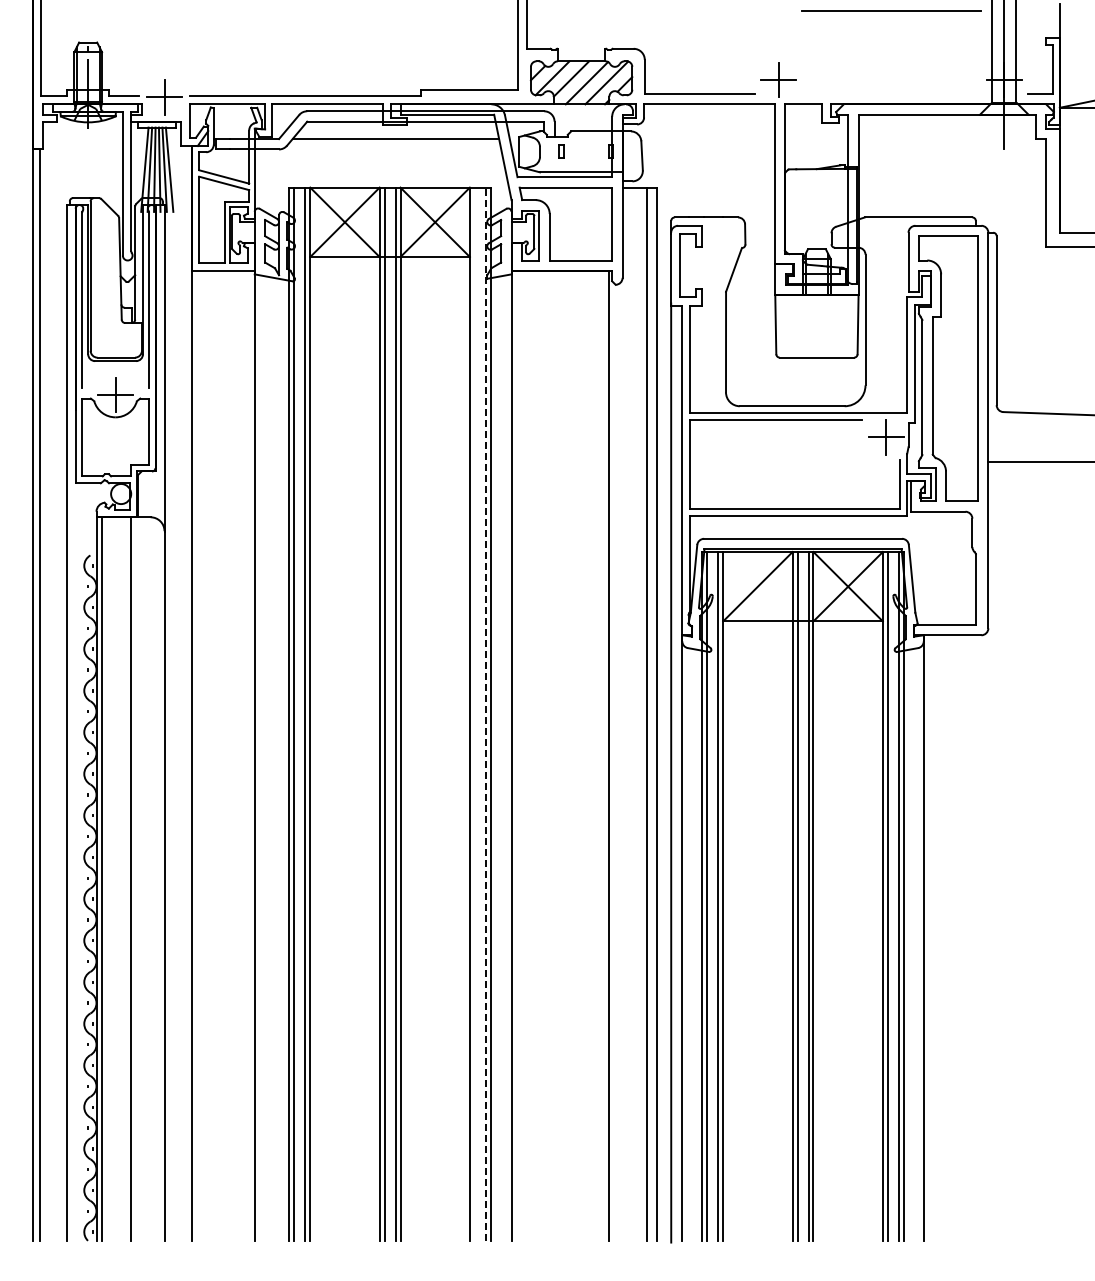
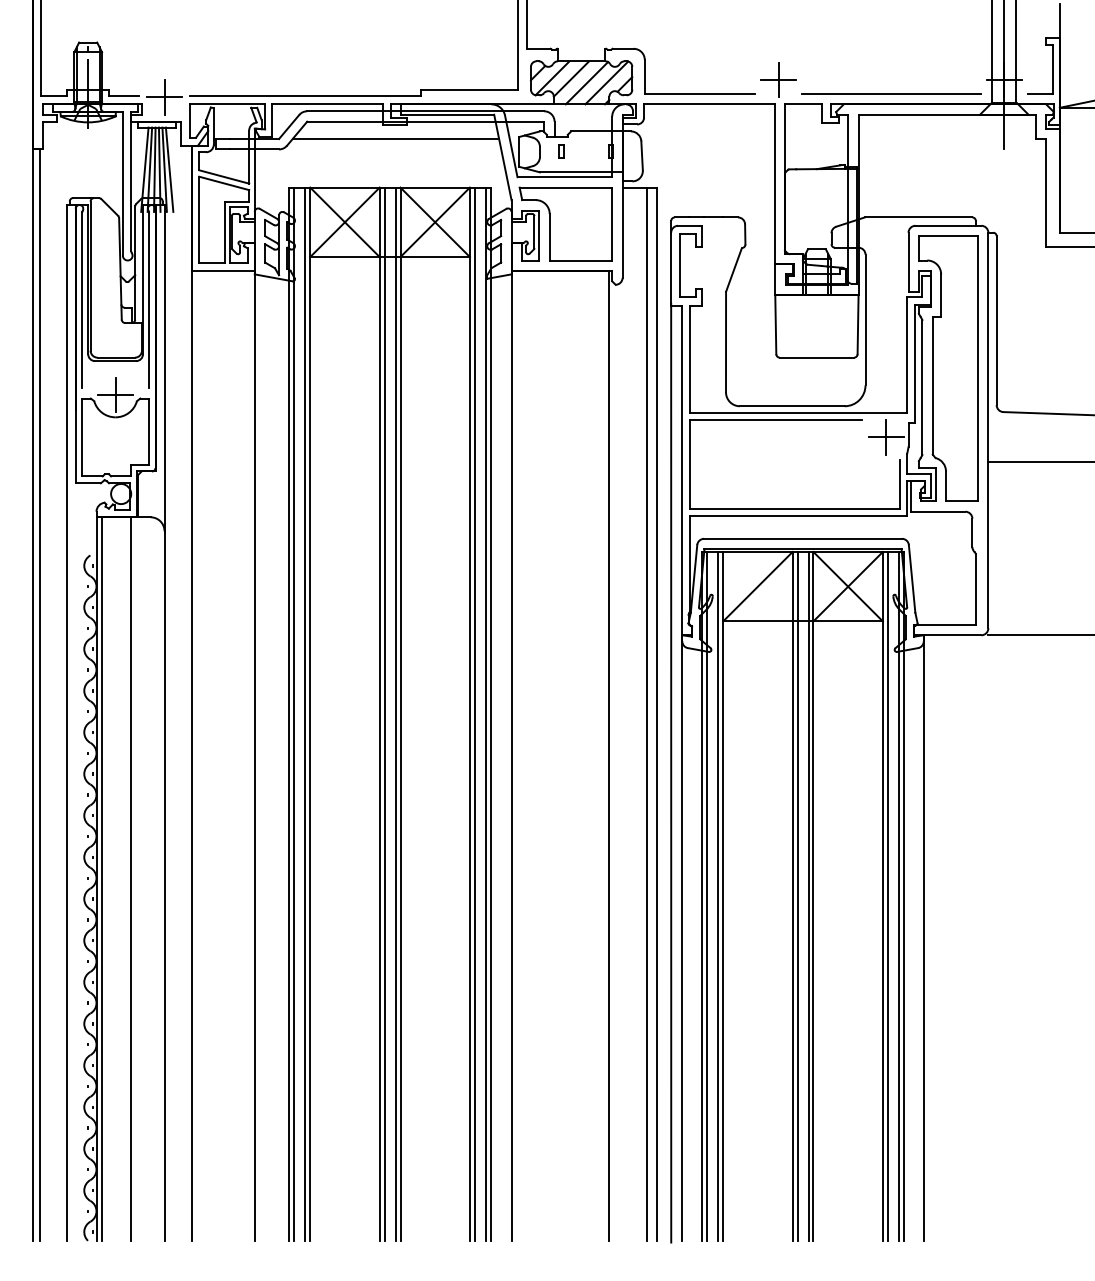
line at (891, 10) position: (891, 10) -> (891, 93)
line at (1039, 635): none -> present
line at (474, 713): none -> present
line at (485, 714): dashed -> solid
